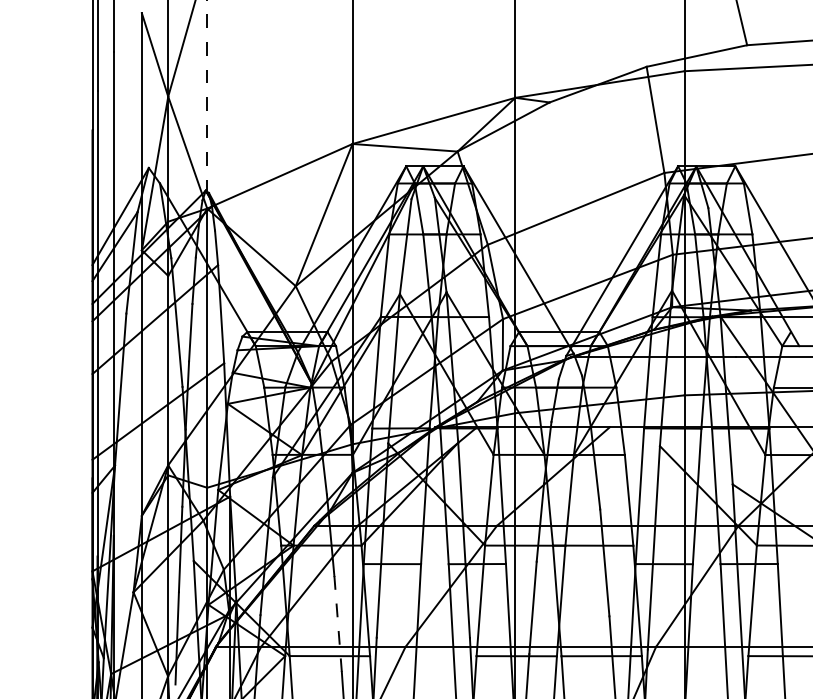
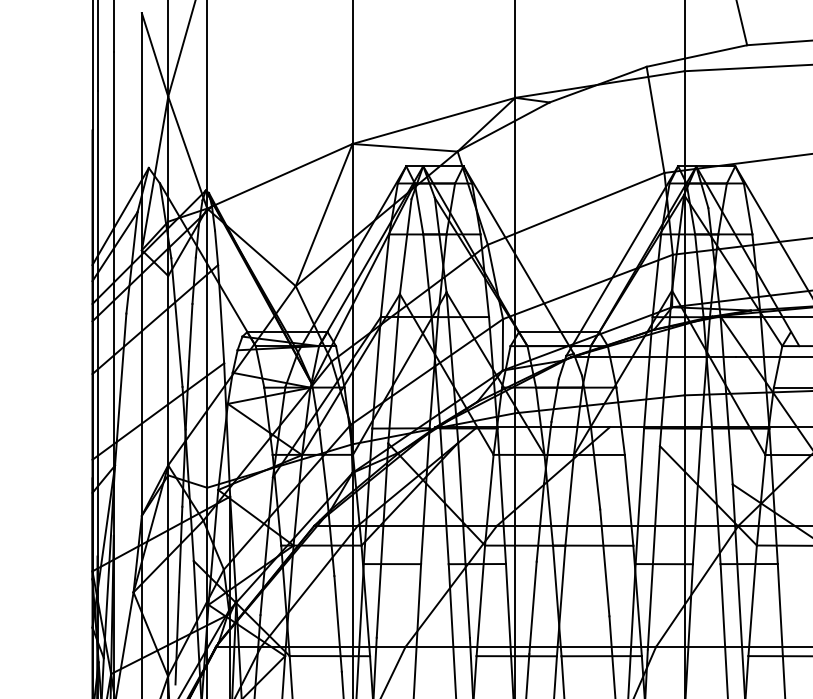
line at (207, 104): dashed -> solid
line at (338, 624): dashed -> solid
